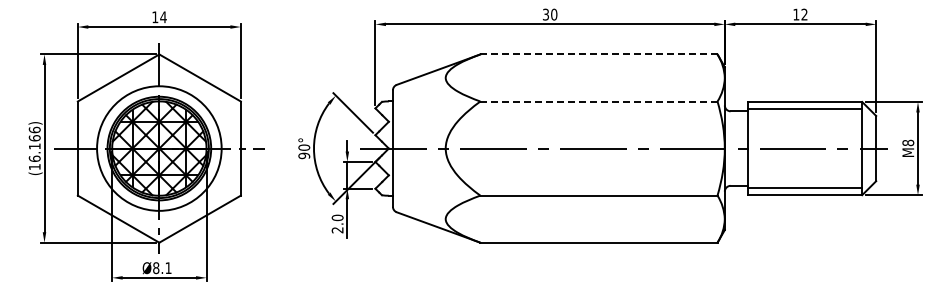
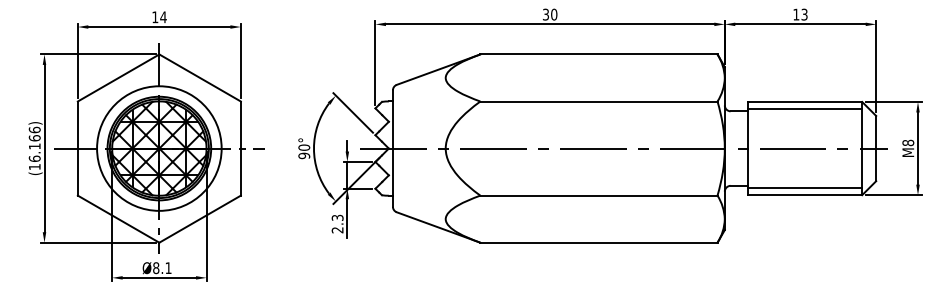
text at (804, 14): 12 -> 13
line at (598, 54): dashed -> solid
line at (598, 101): dashed -> solid
text at (337, 217): 2.0 -> 2.3
